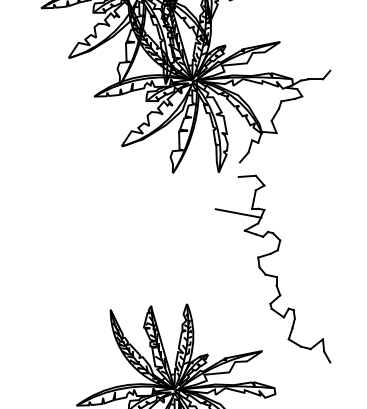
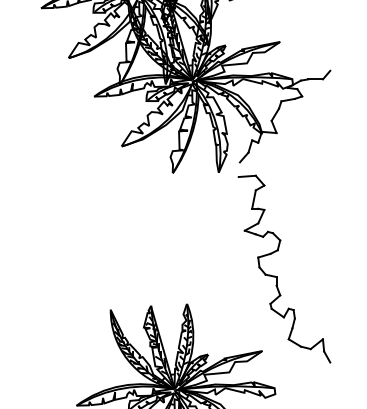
line at (238, 213): present -> none
